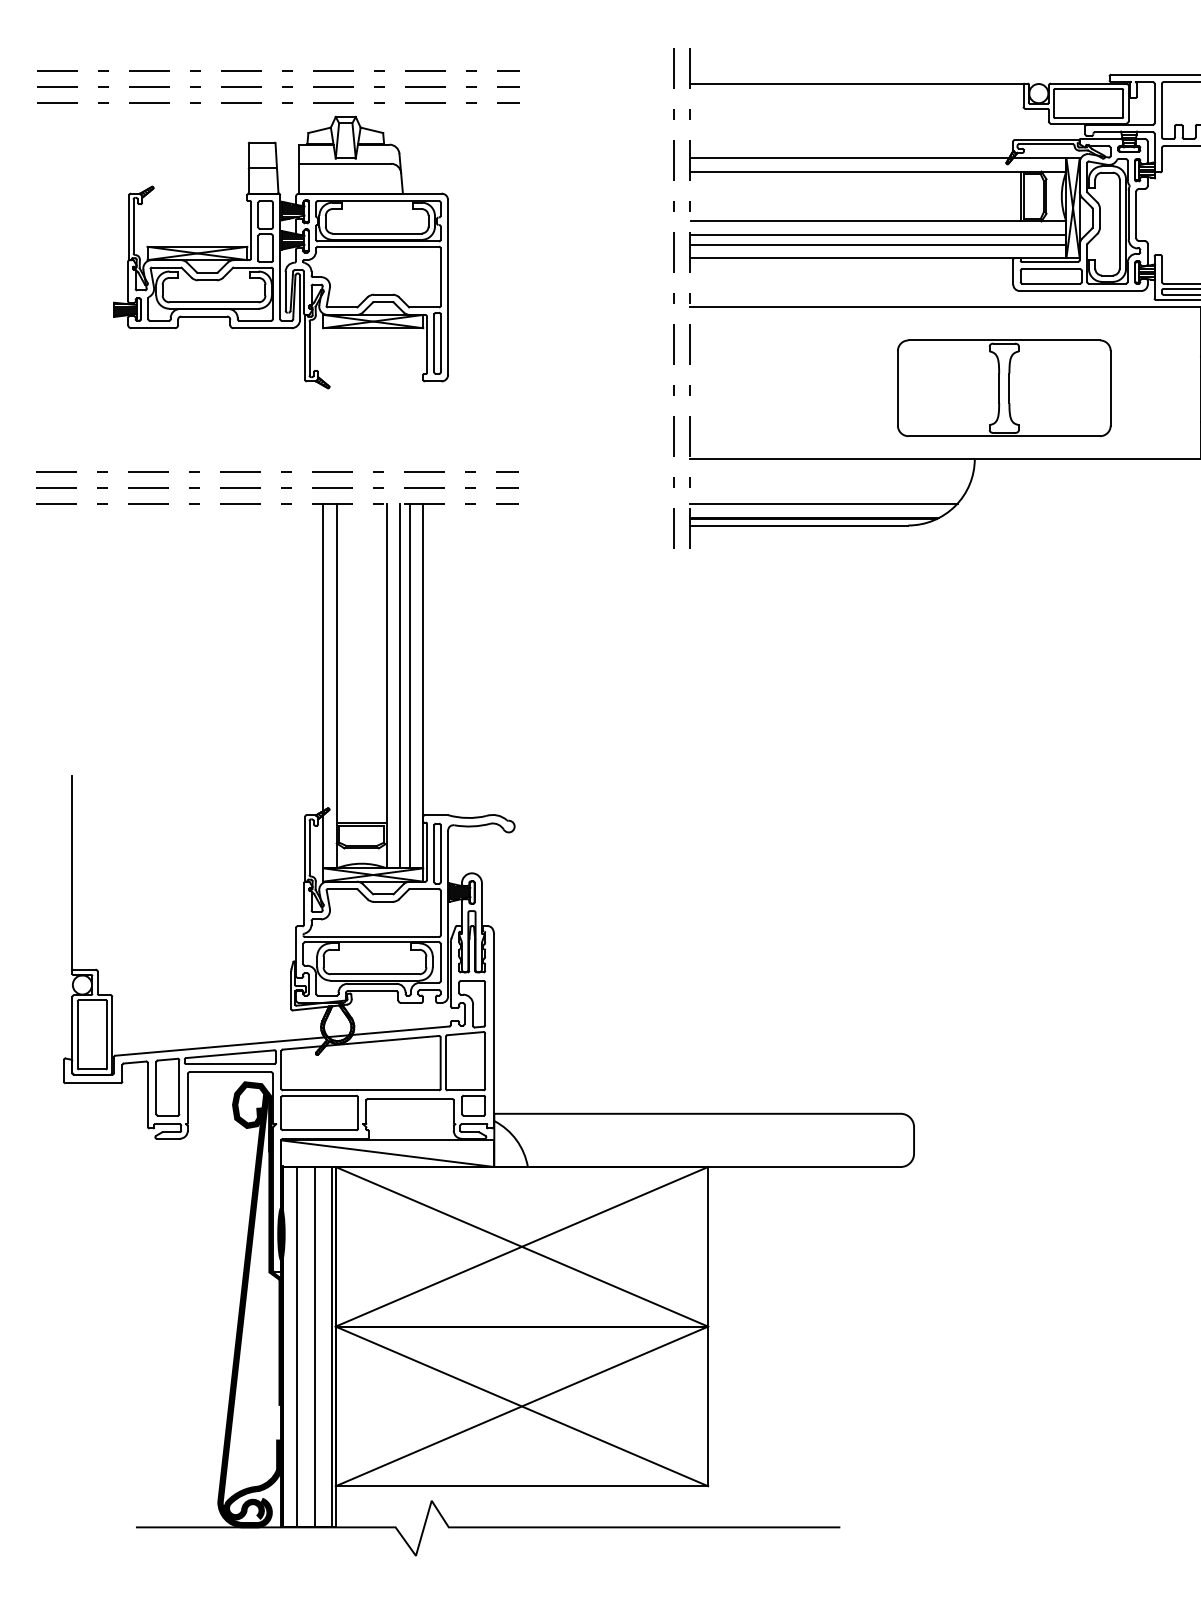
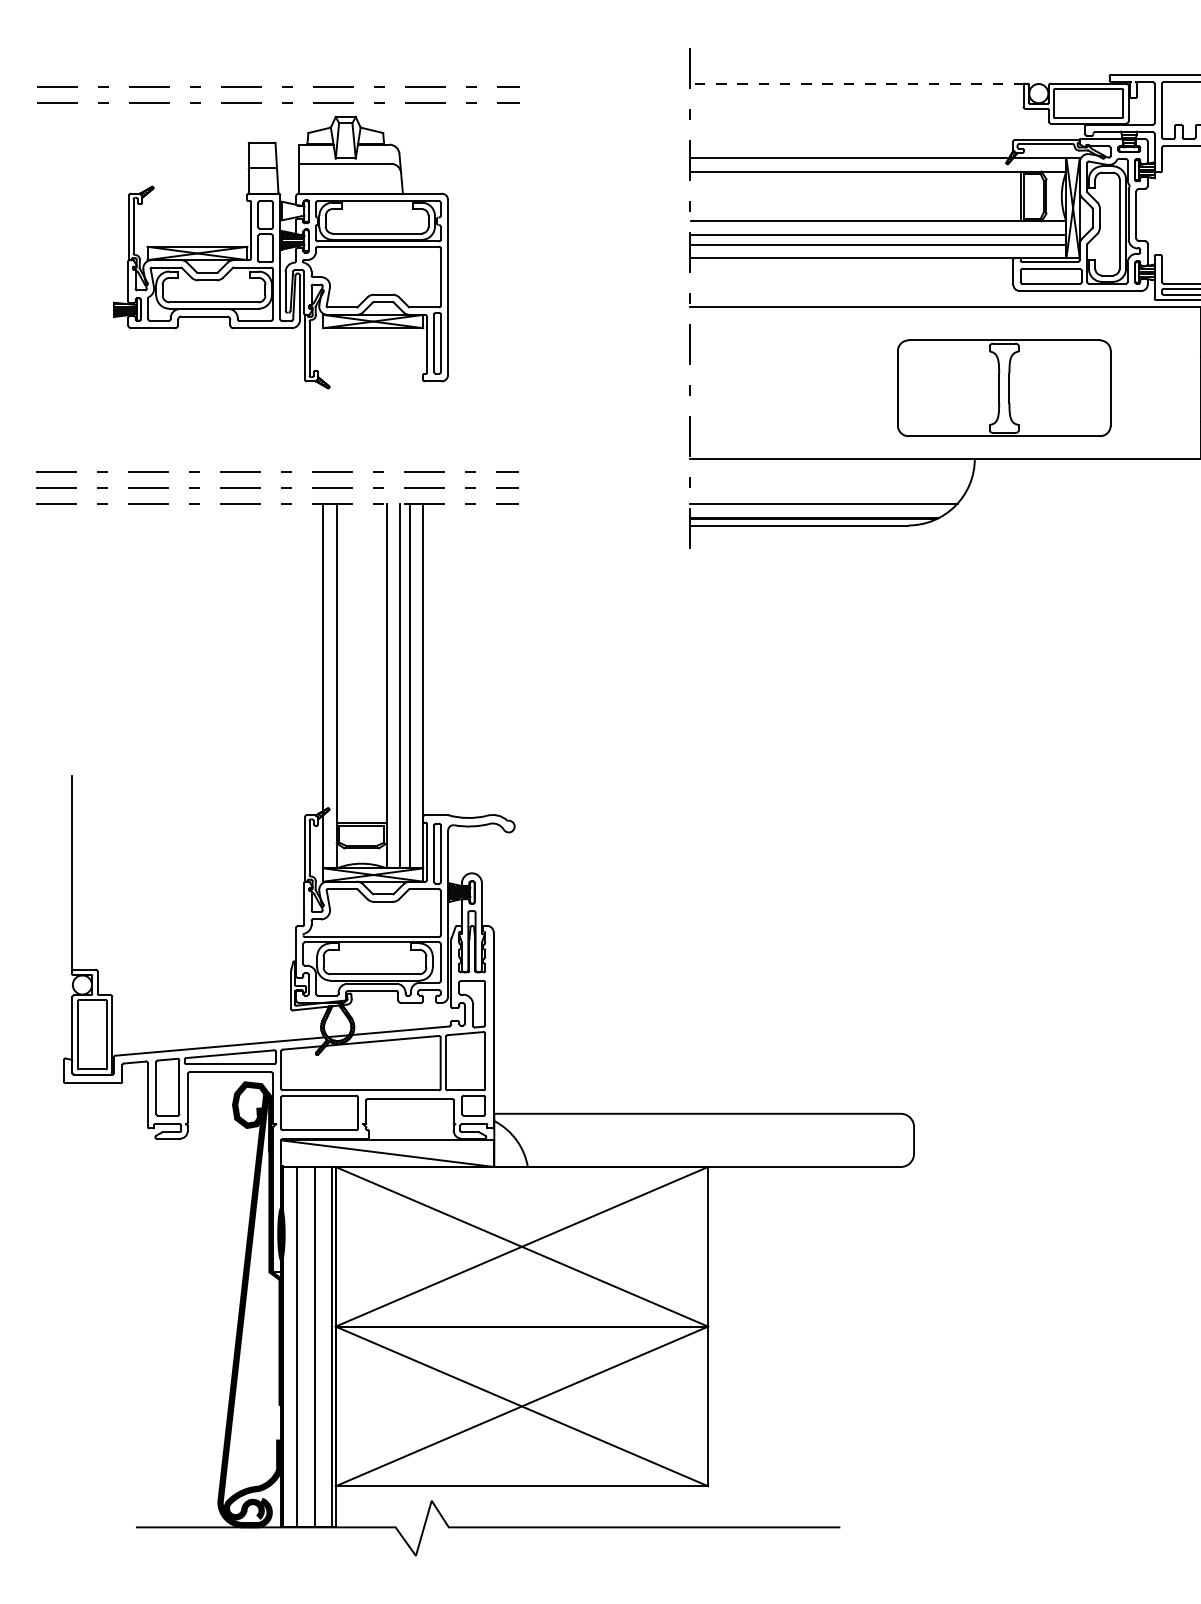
line at (282, 70): present -> none
line at (856, 83): solid -> dashed
hatch at (292, 210): present -> none
line at (673, 298): present -> none
